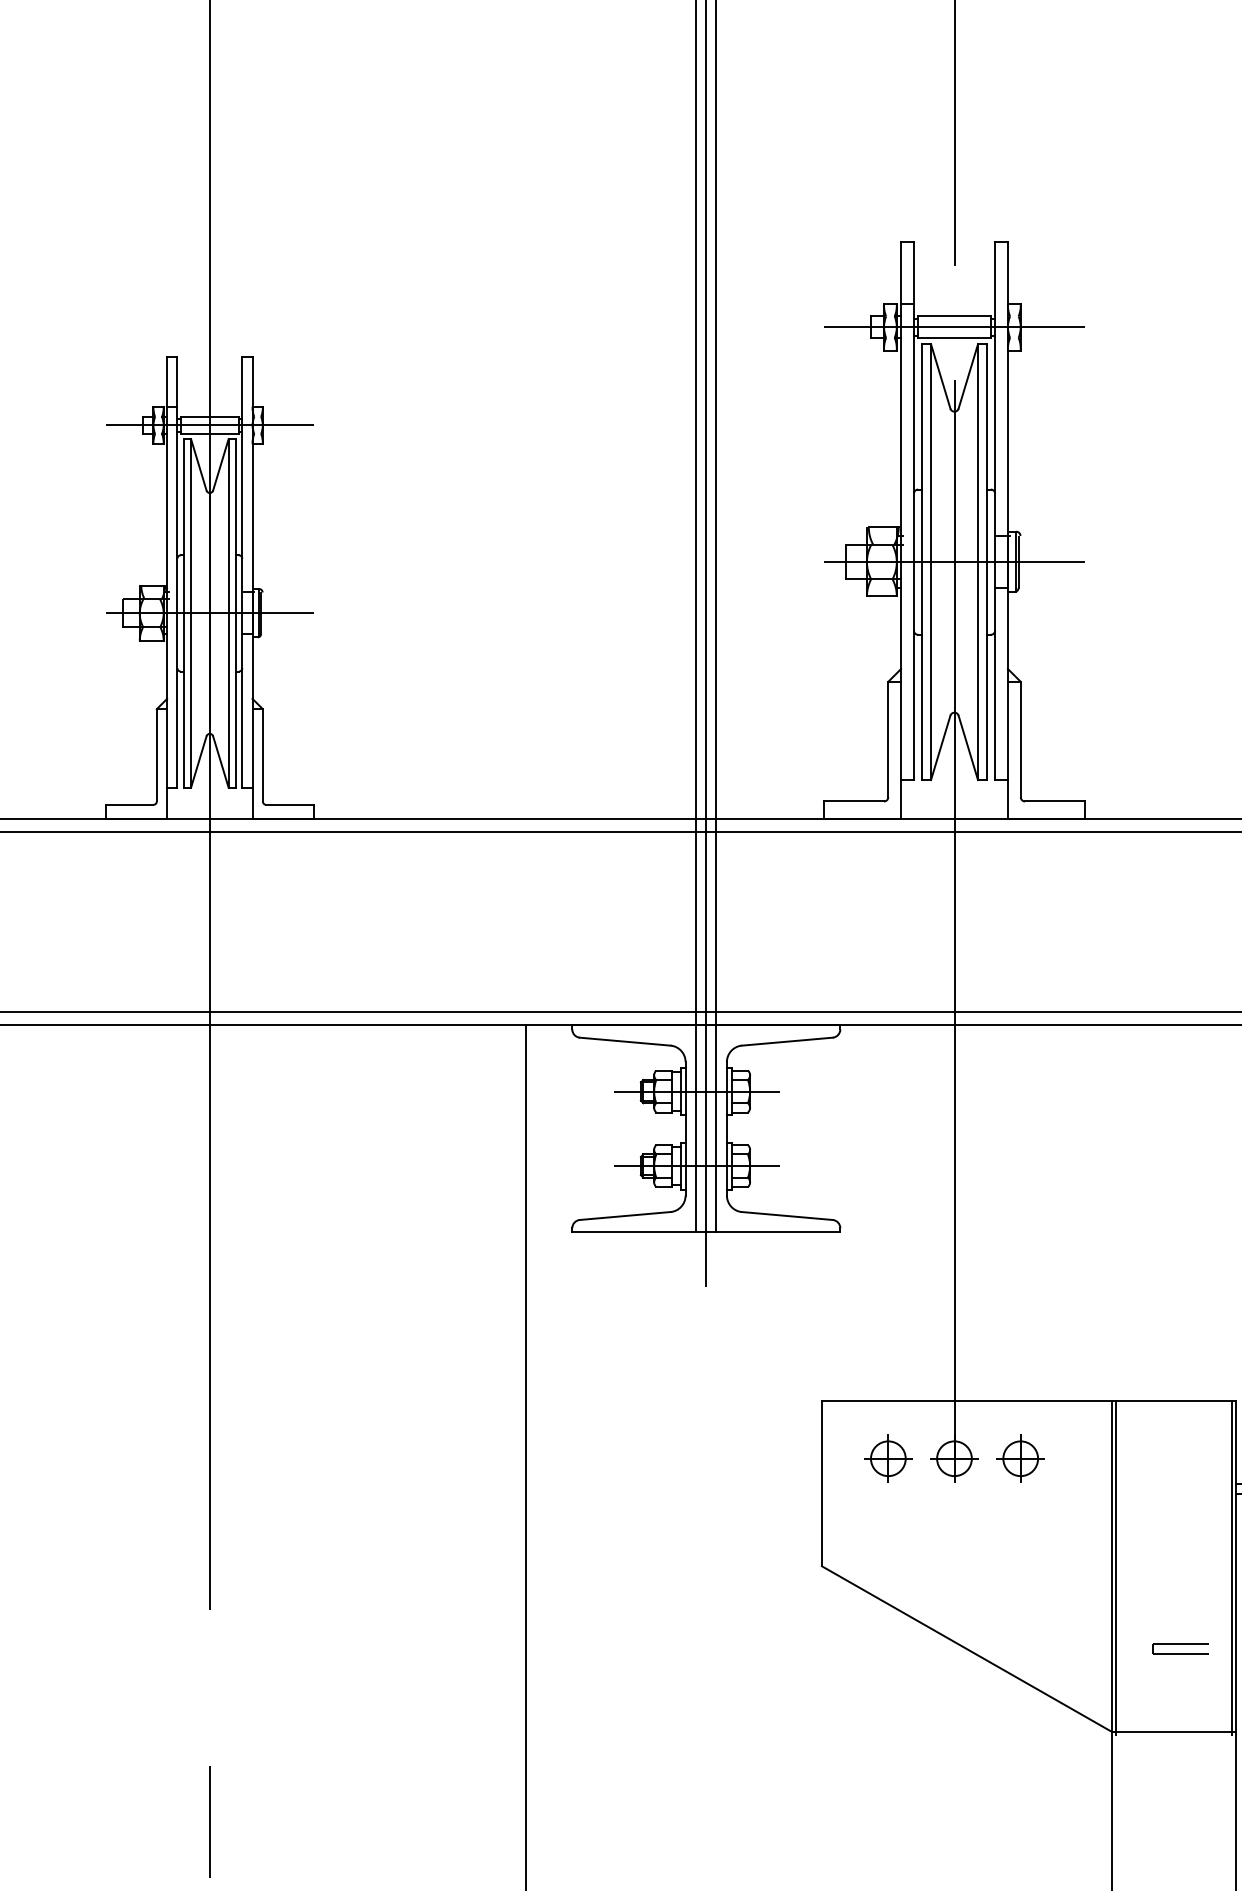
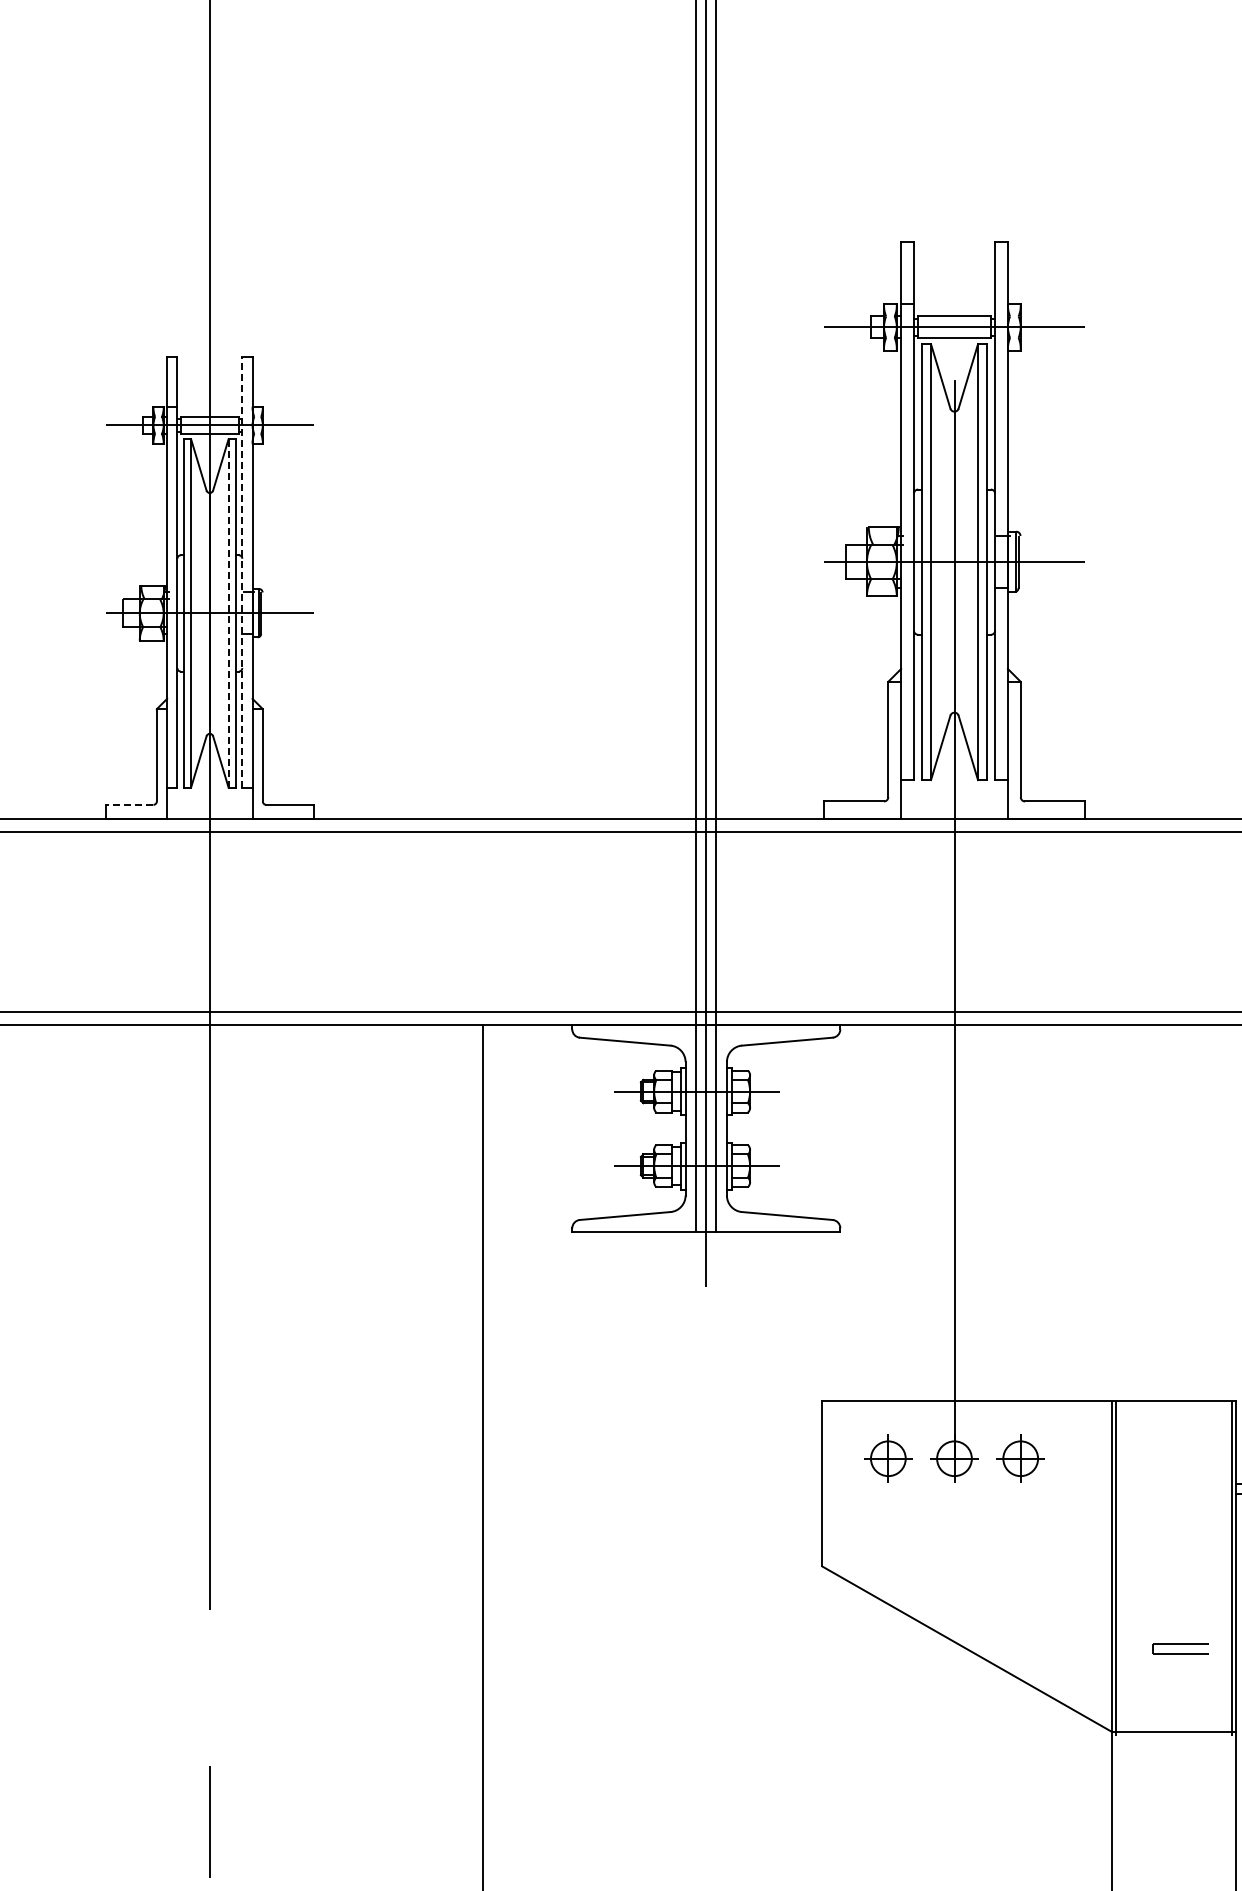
line at (954, 133): present -> none
line at (242, 571): solid -> dashed
line at (228, 612): solid -> dashed
line at (129, 804): solid -> dashed
line at (526, 1456) position: (526, 1456) -> (483, 1456)
